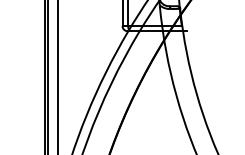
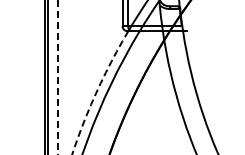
line at (57, 77): solid -> dashed
arc at (96, 91): solid -> dashed
